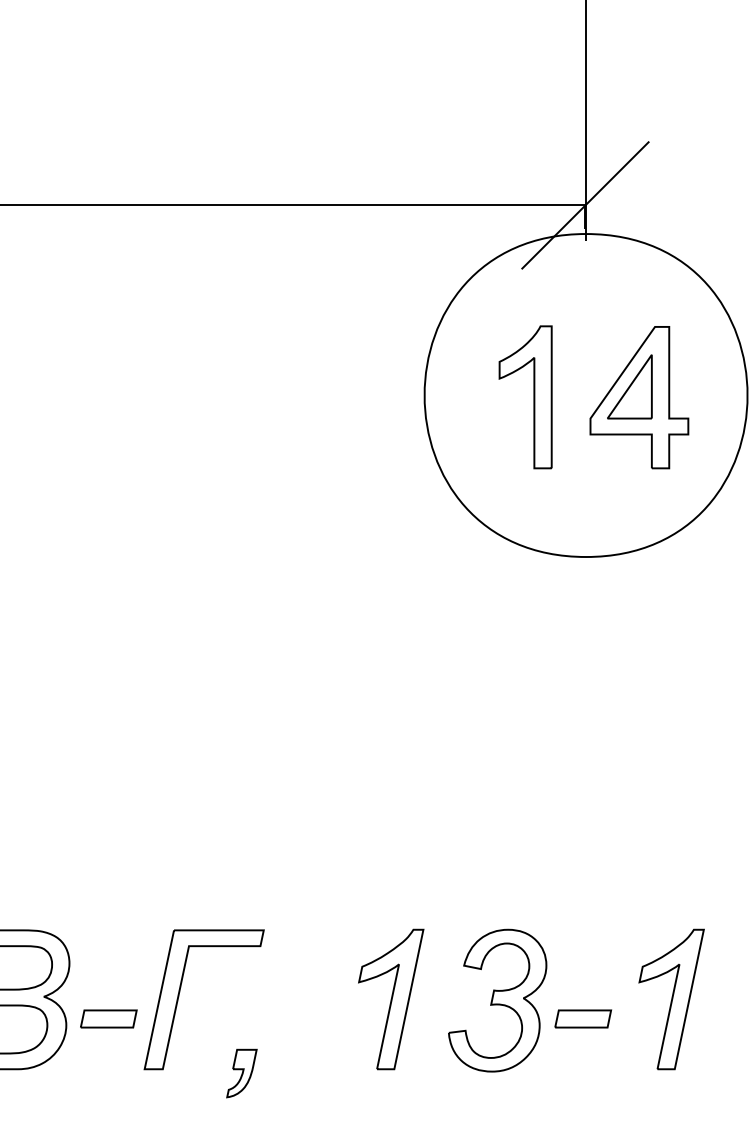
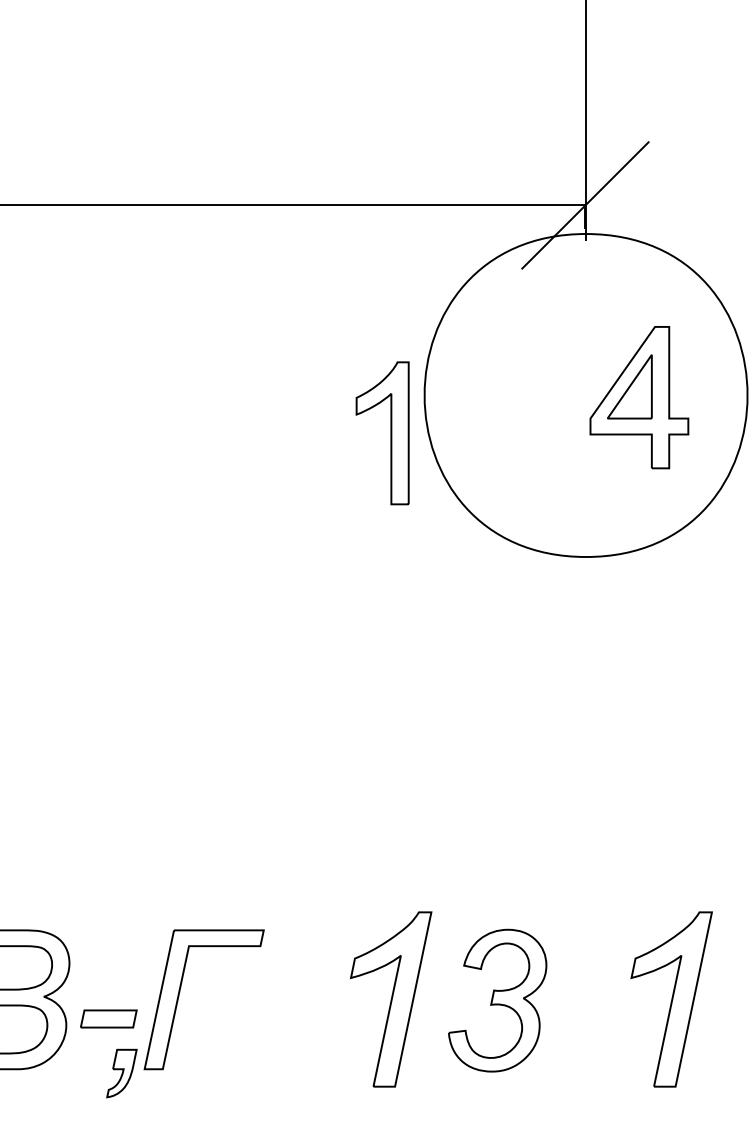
part at (533, 397) position: (533, 397) -> (390, 433)
part at (391, 999) size: 67x143 px -> 83x177 px
part at (671, 999) size: 67x143 px -> 83x177 px
part at (583, 1018): present -> none
part at (241, 1073) position: (241, 1073) -> (121, 1073)
